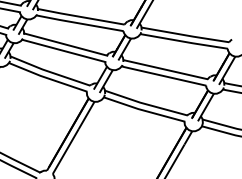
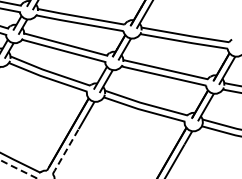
line at (65, 151): solid -> dashed
line at (18, 169): solid -> dashed
